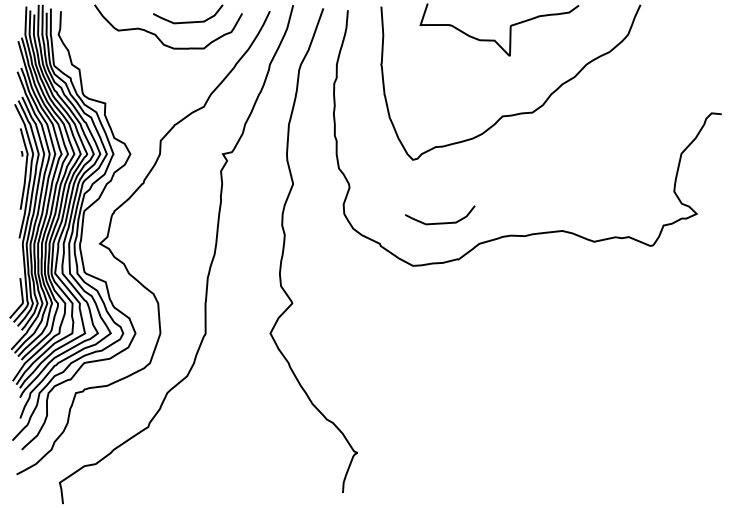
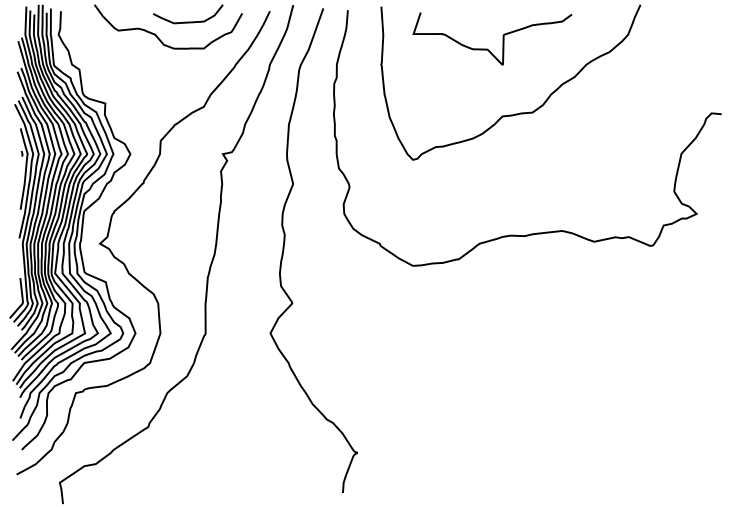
curve at (509, 29) position: (509, 29) -> (502, 38)
curve at (440, 222): present -> none
